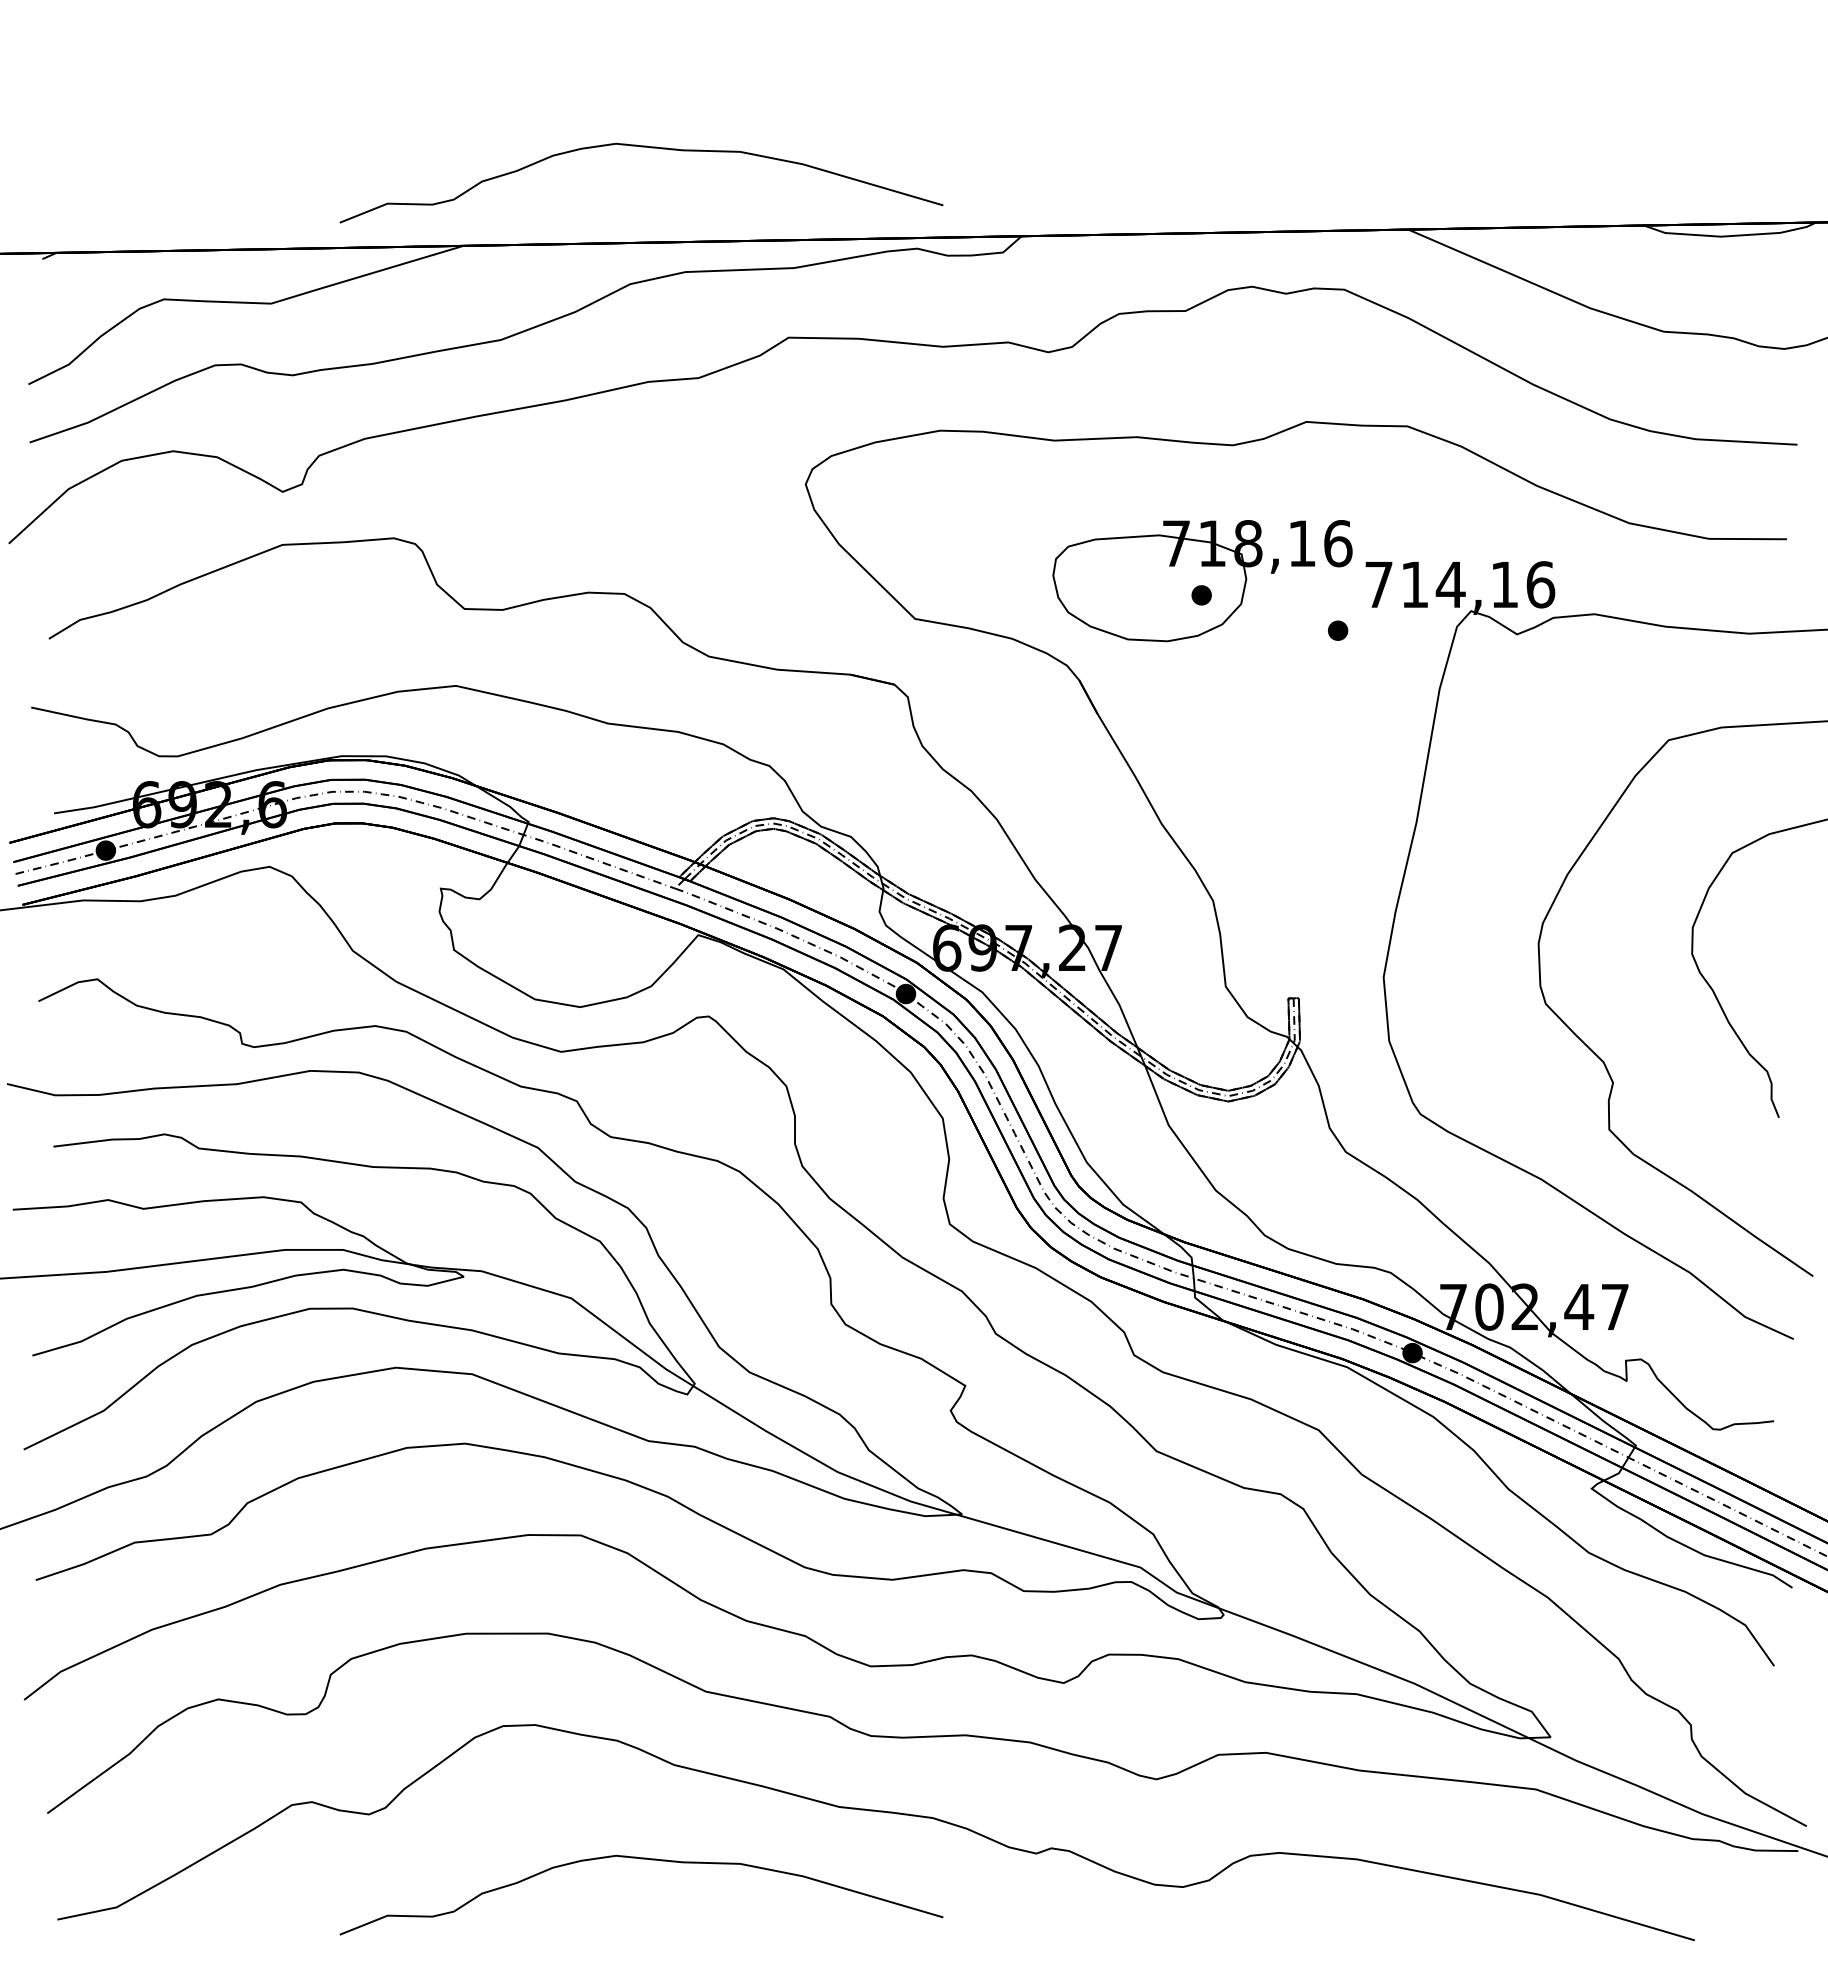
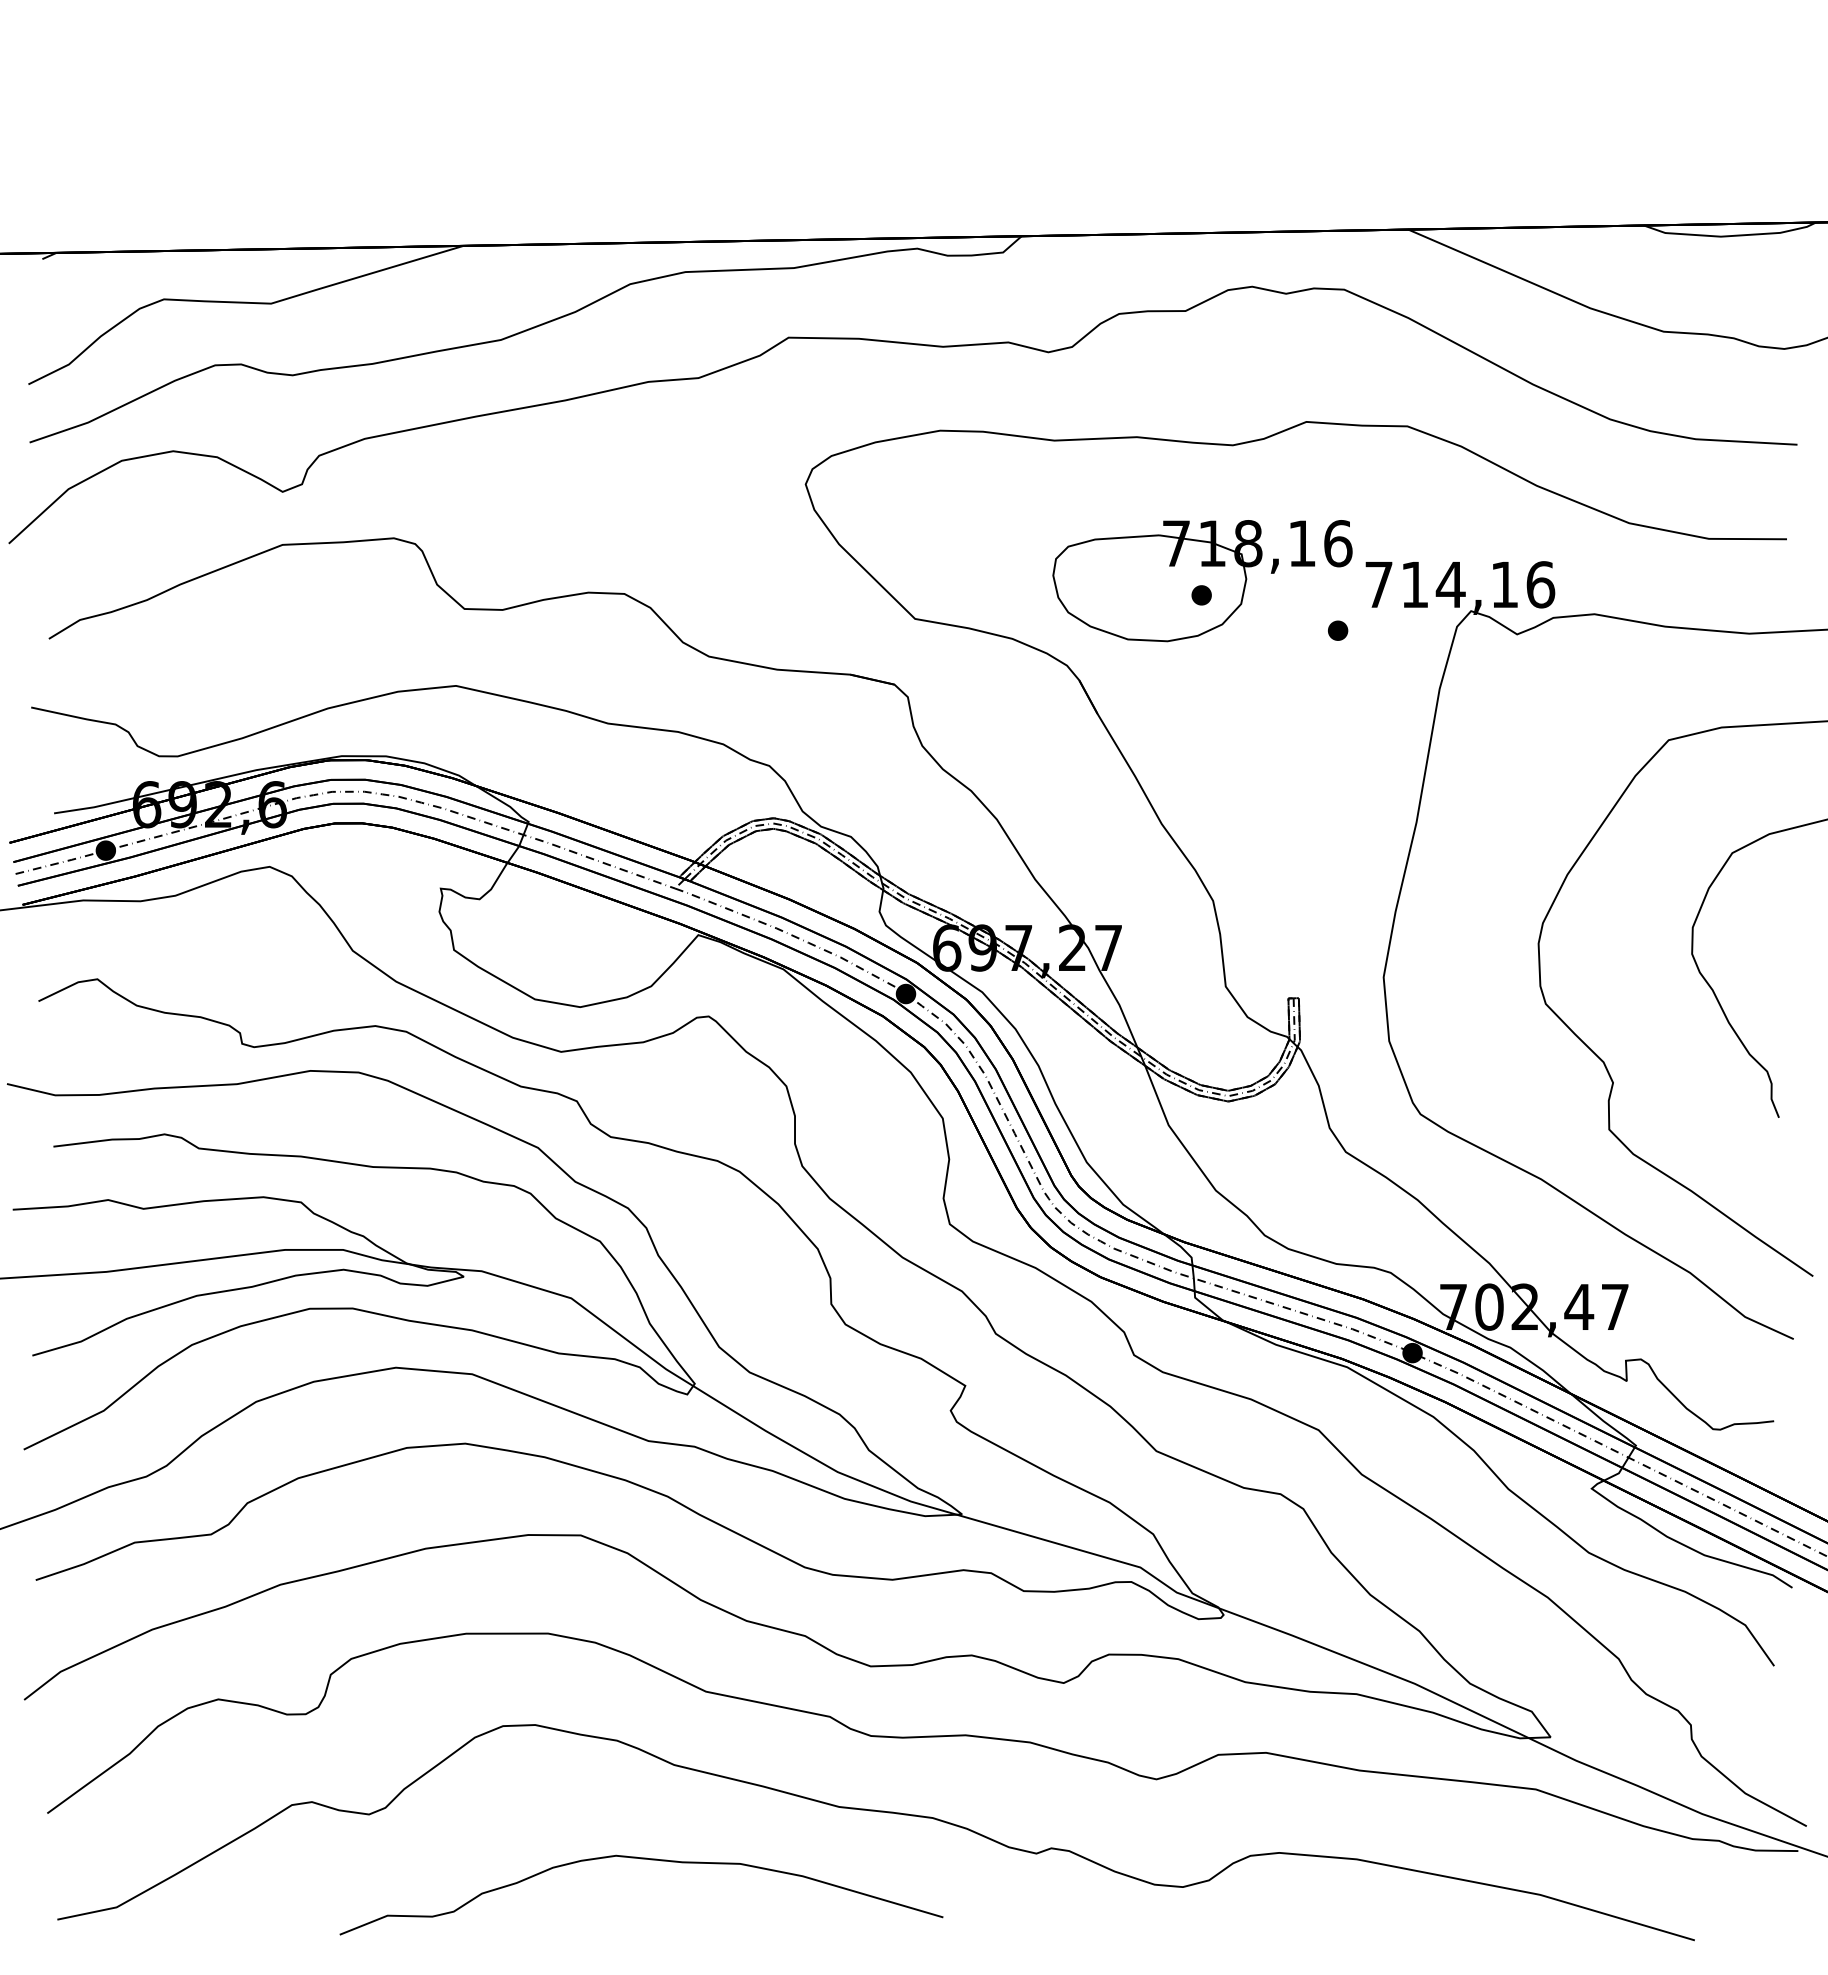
curve at (641, 147): present -> none
